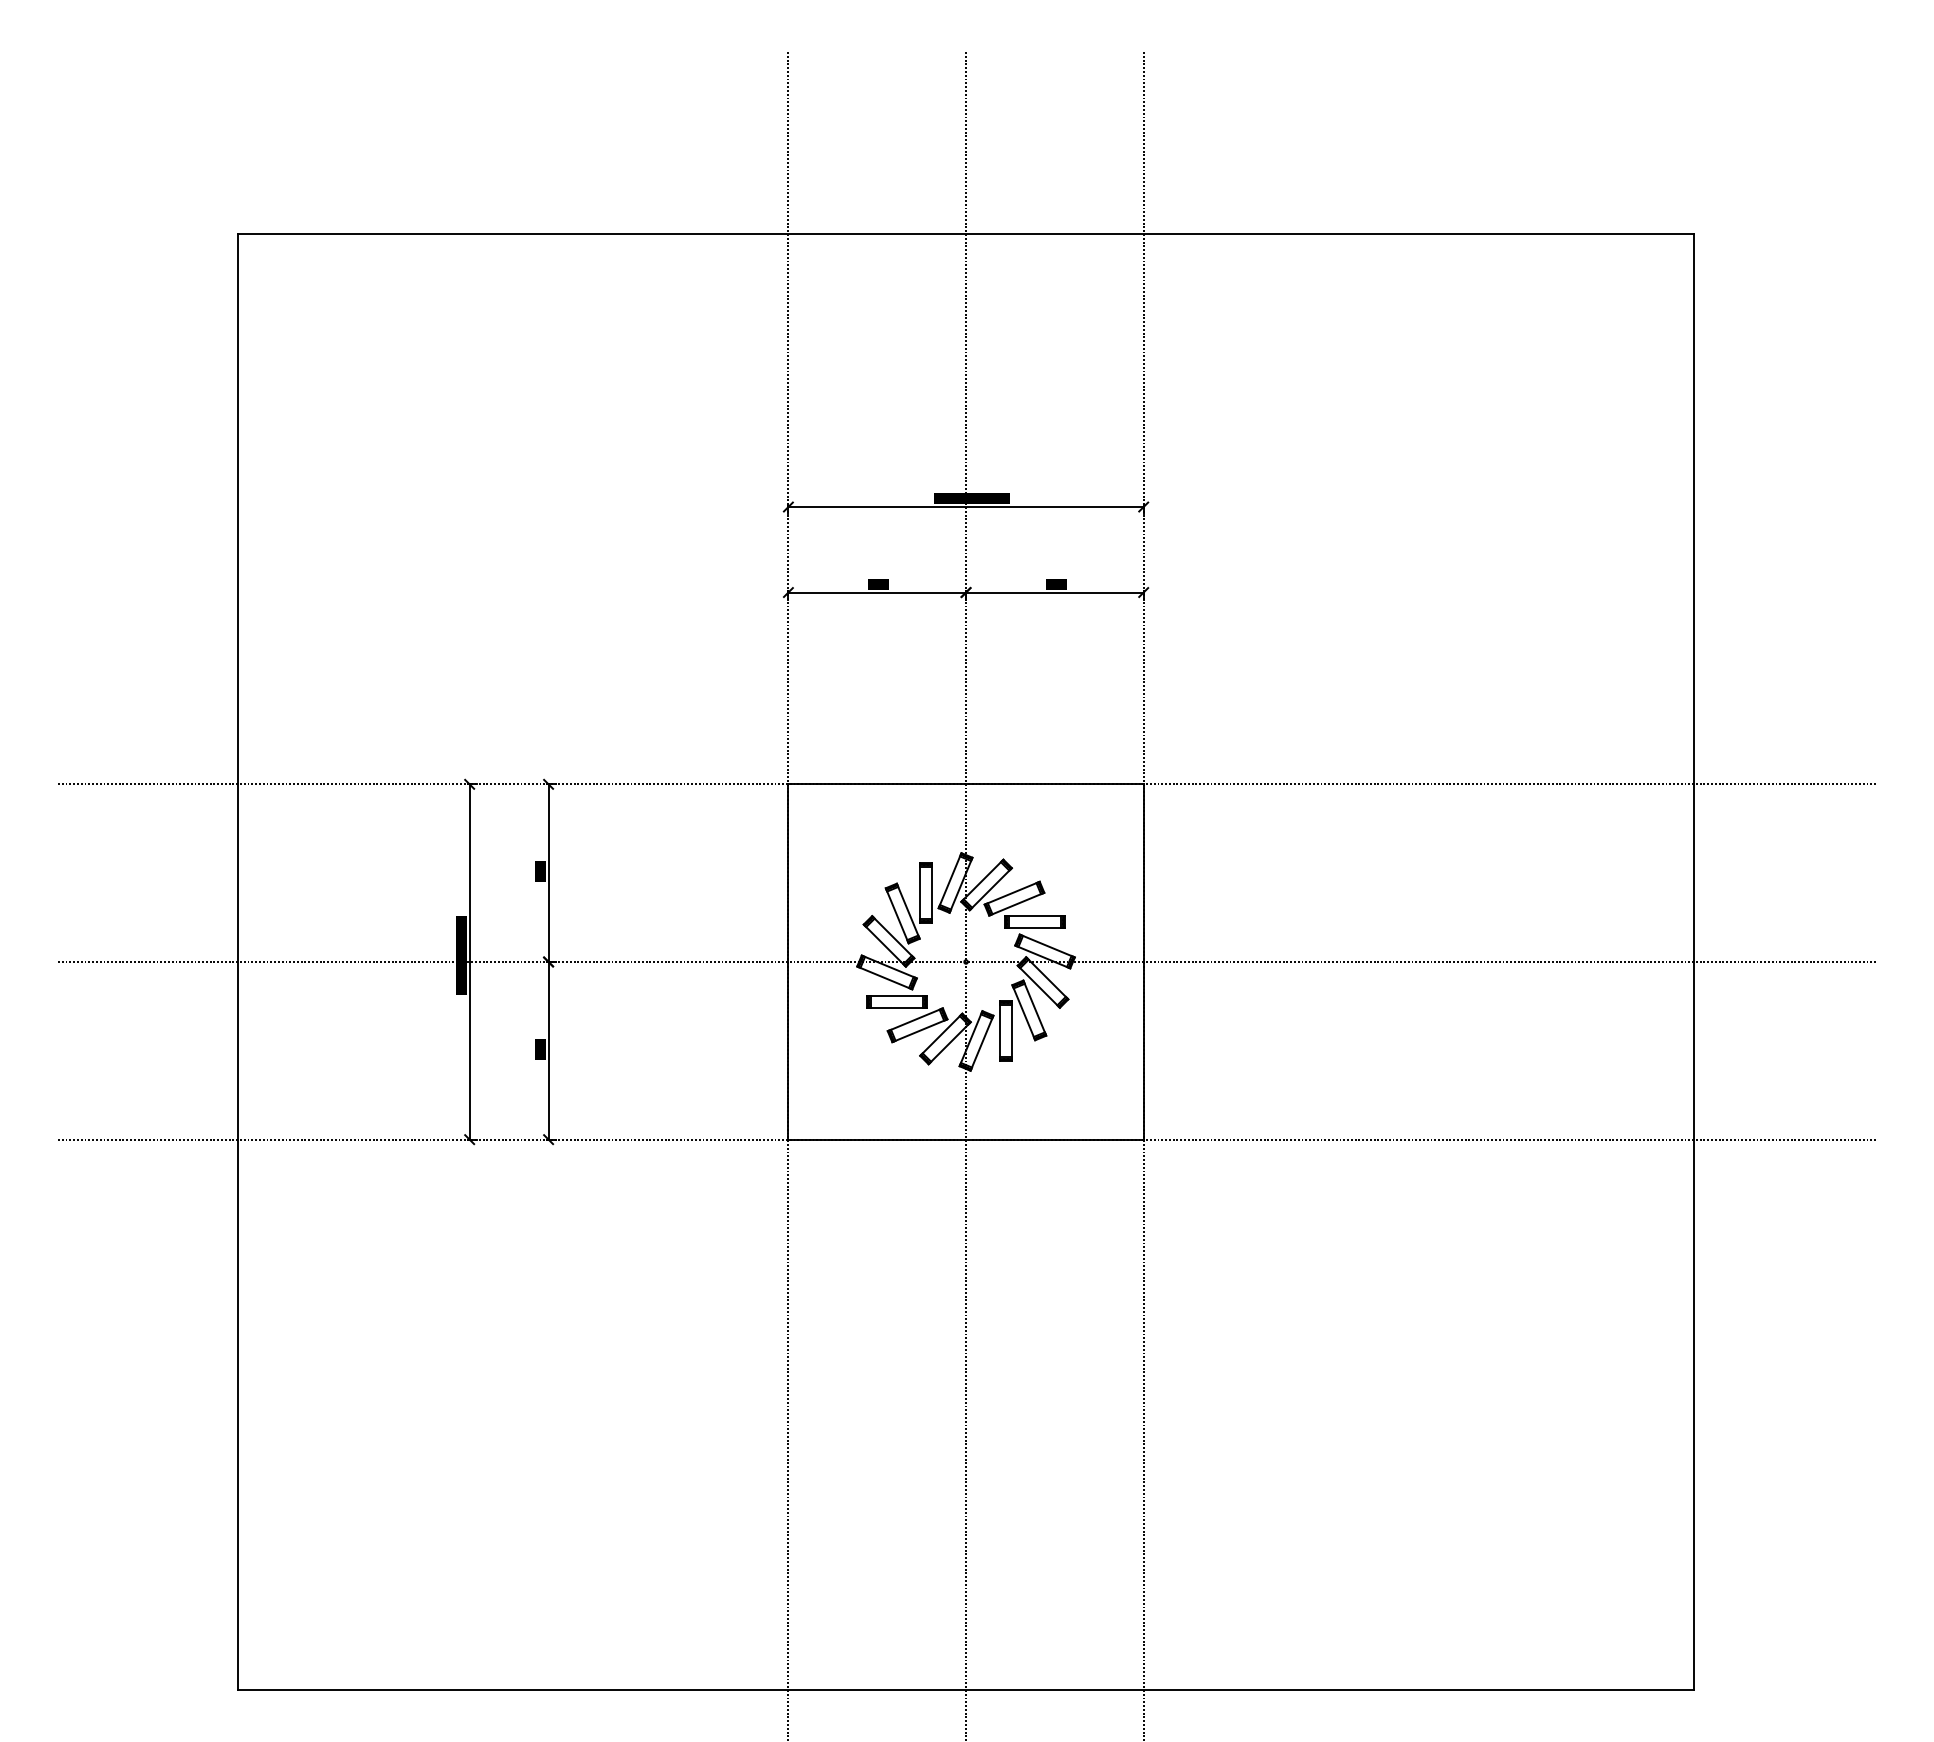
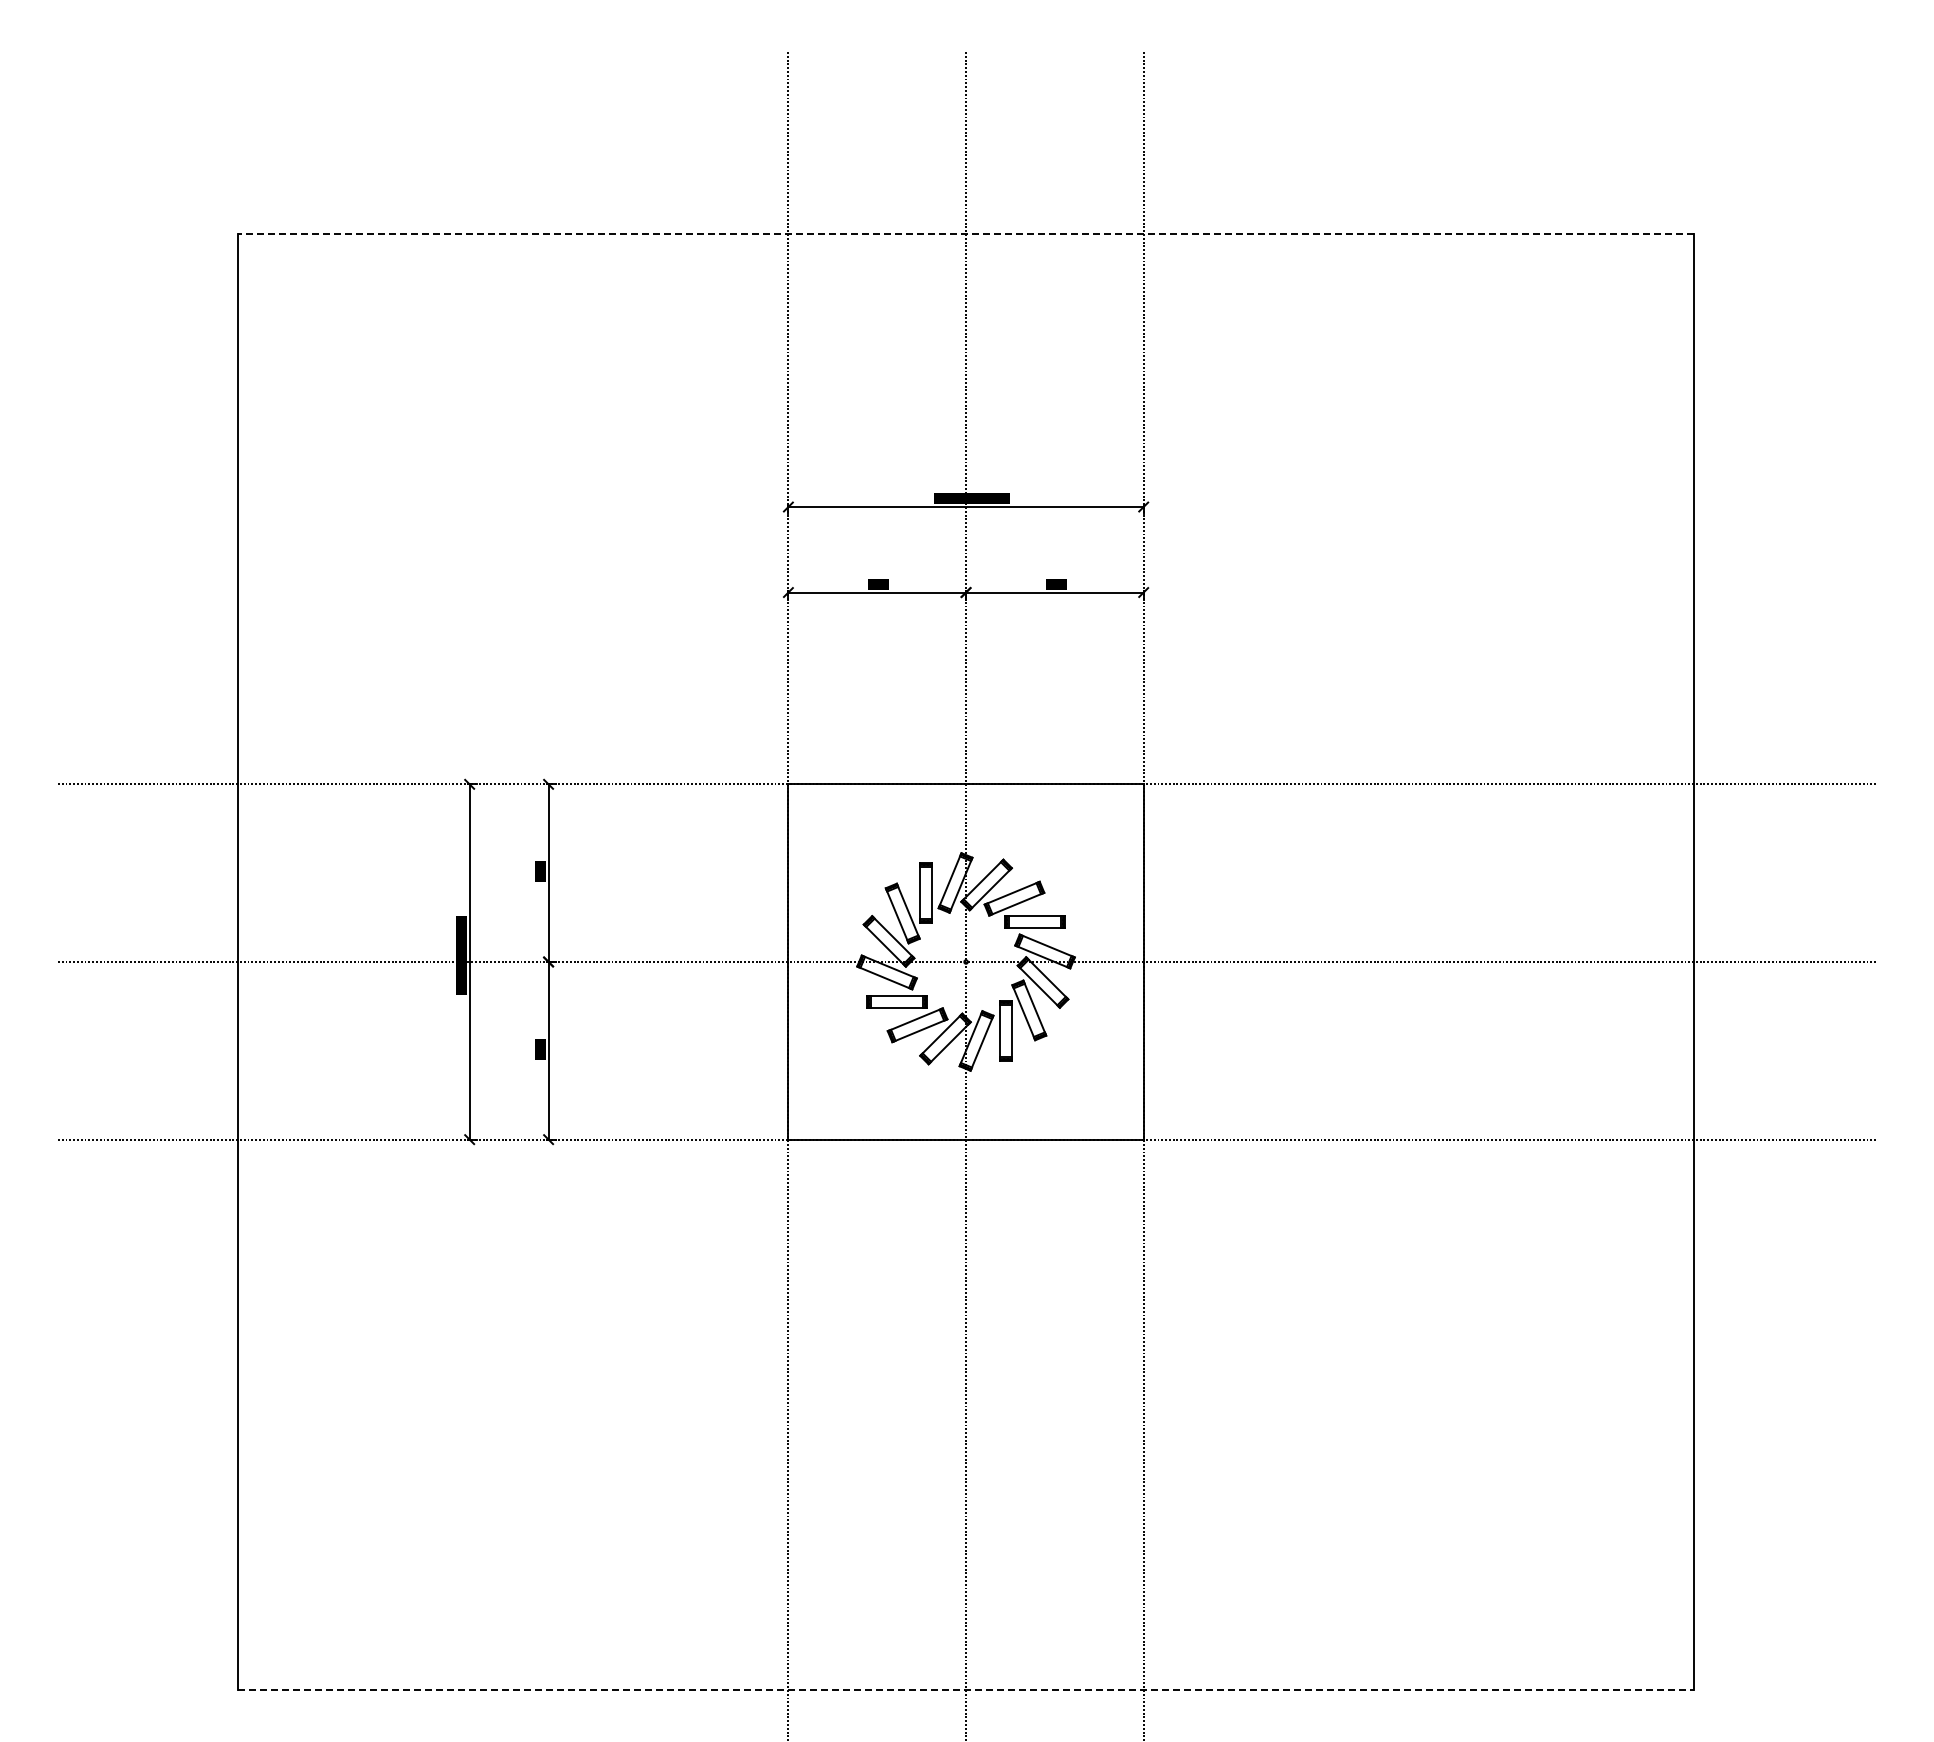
line at (966, 234): solid -> dashed
line at (966, 1689): solid -> dashed
